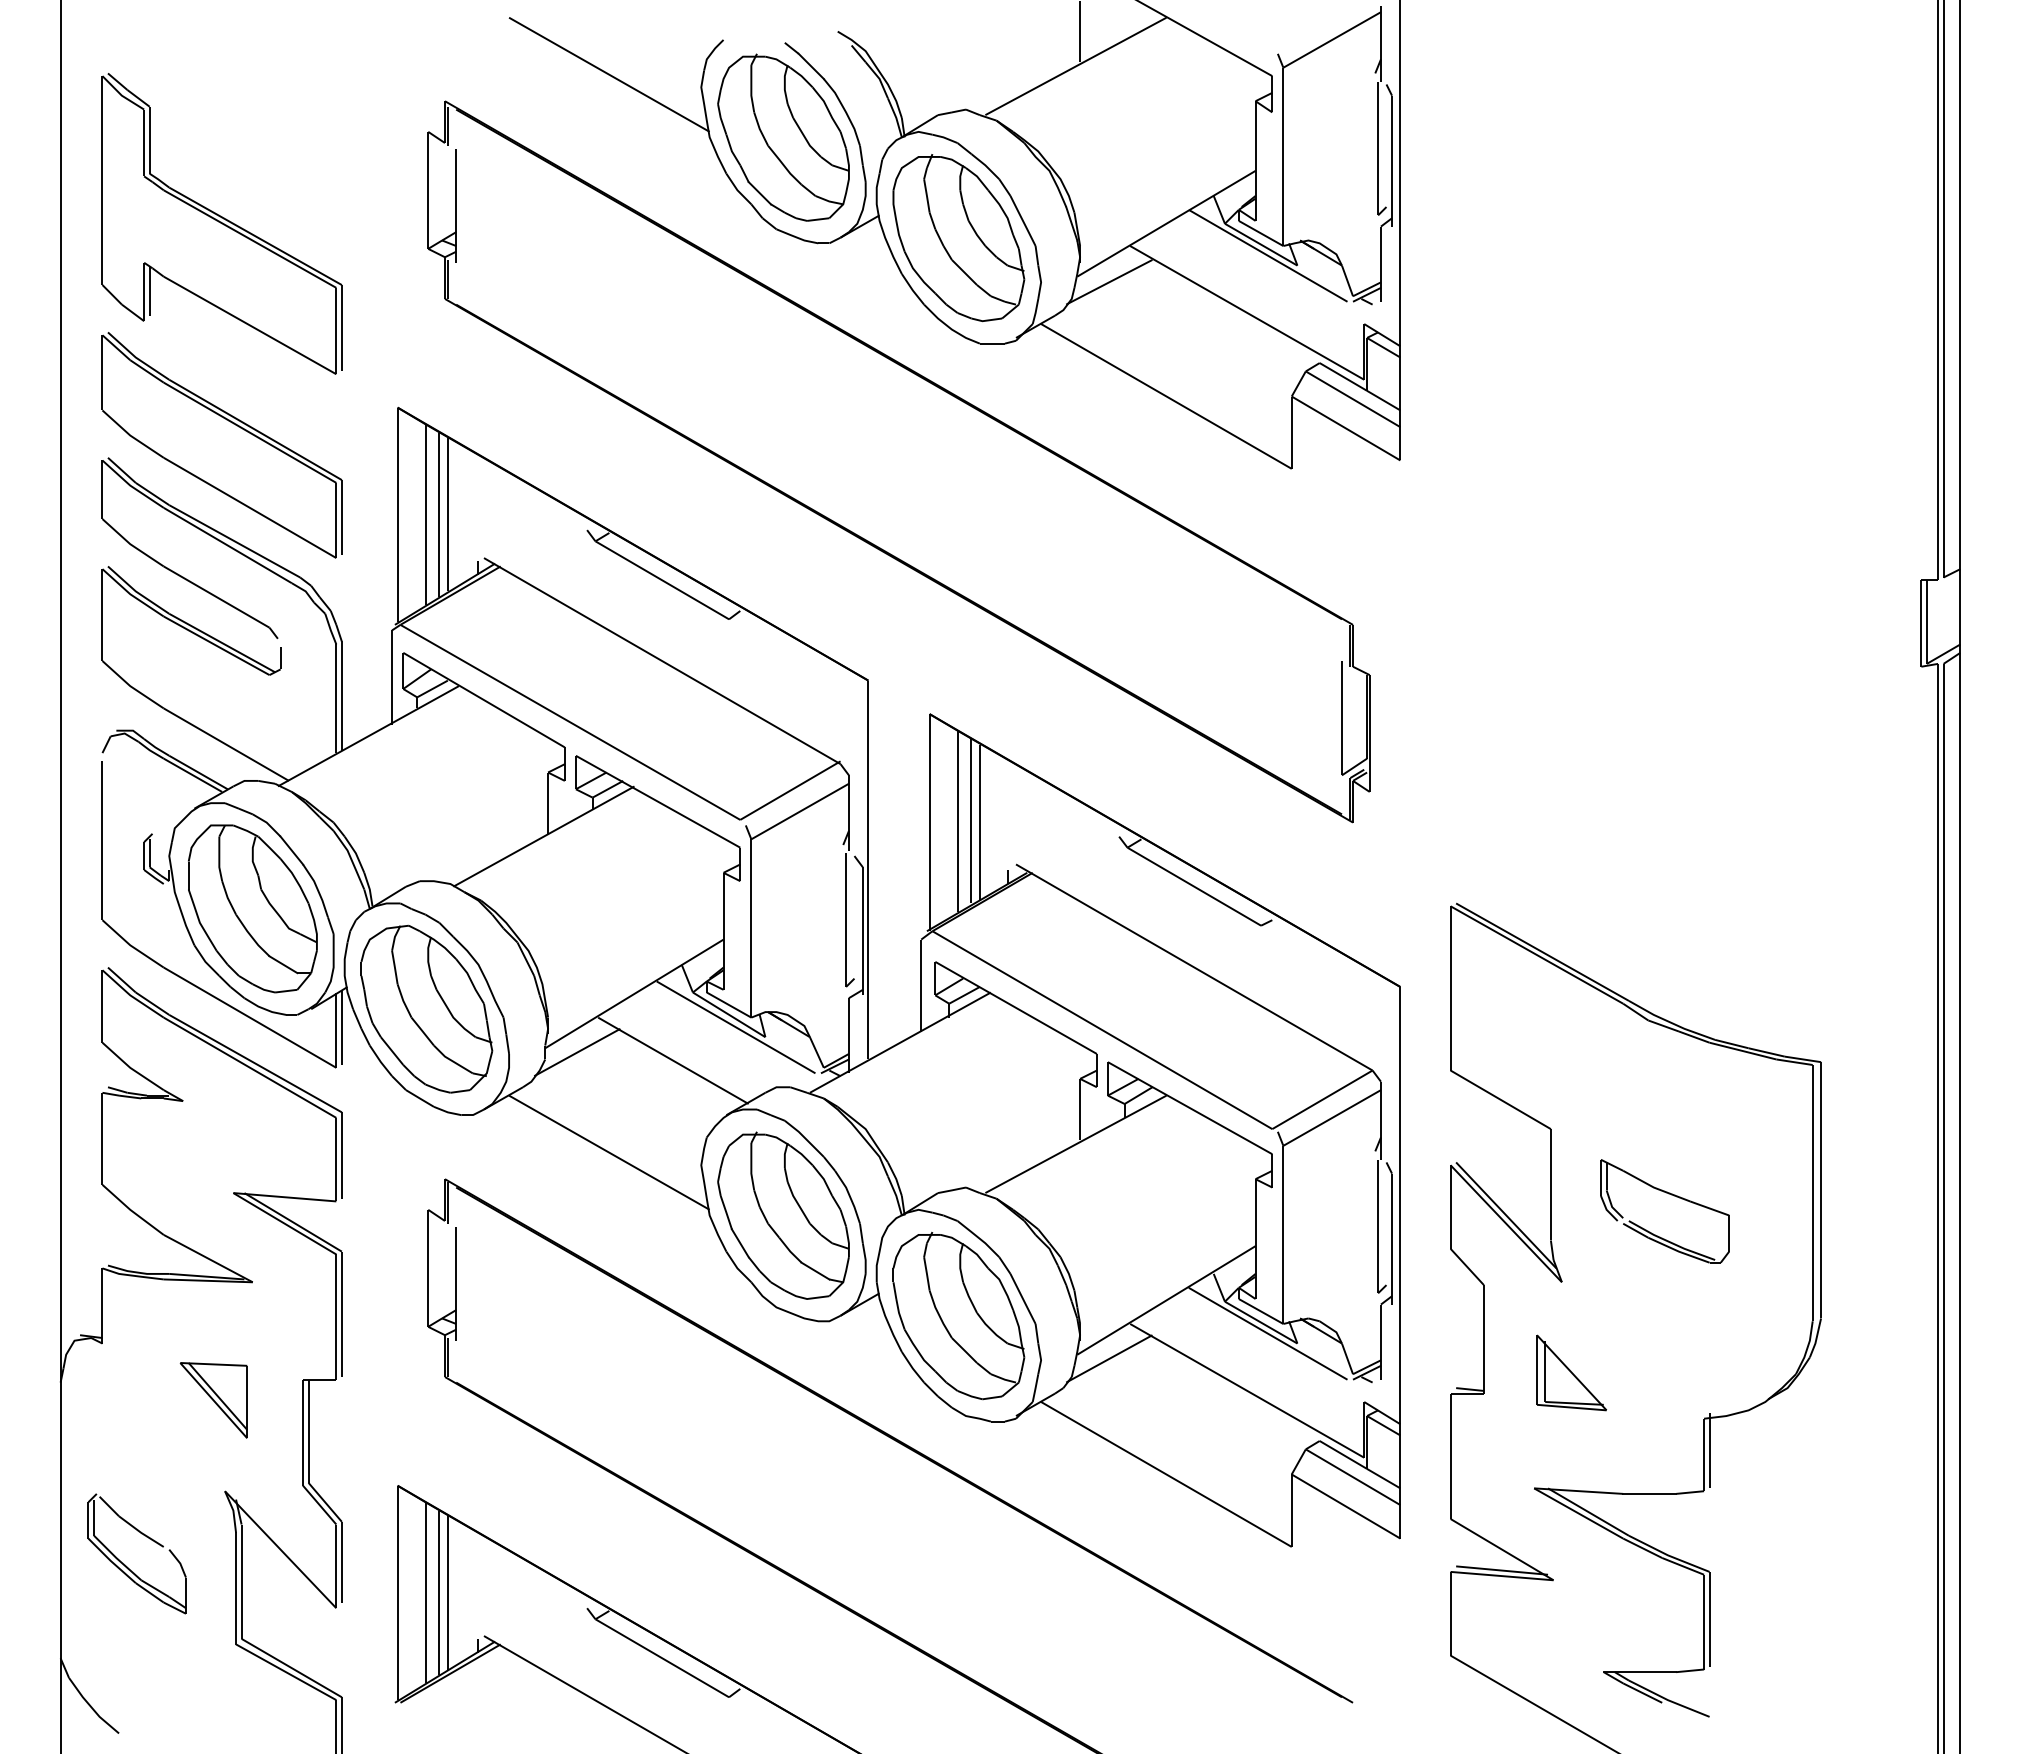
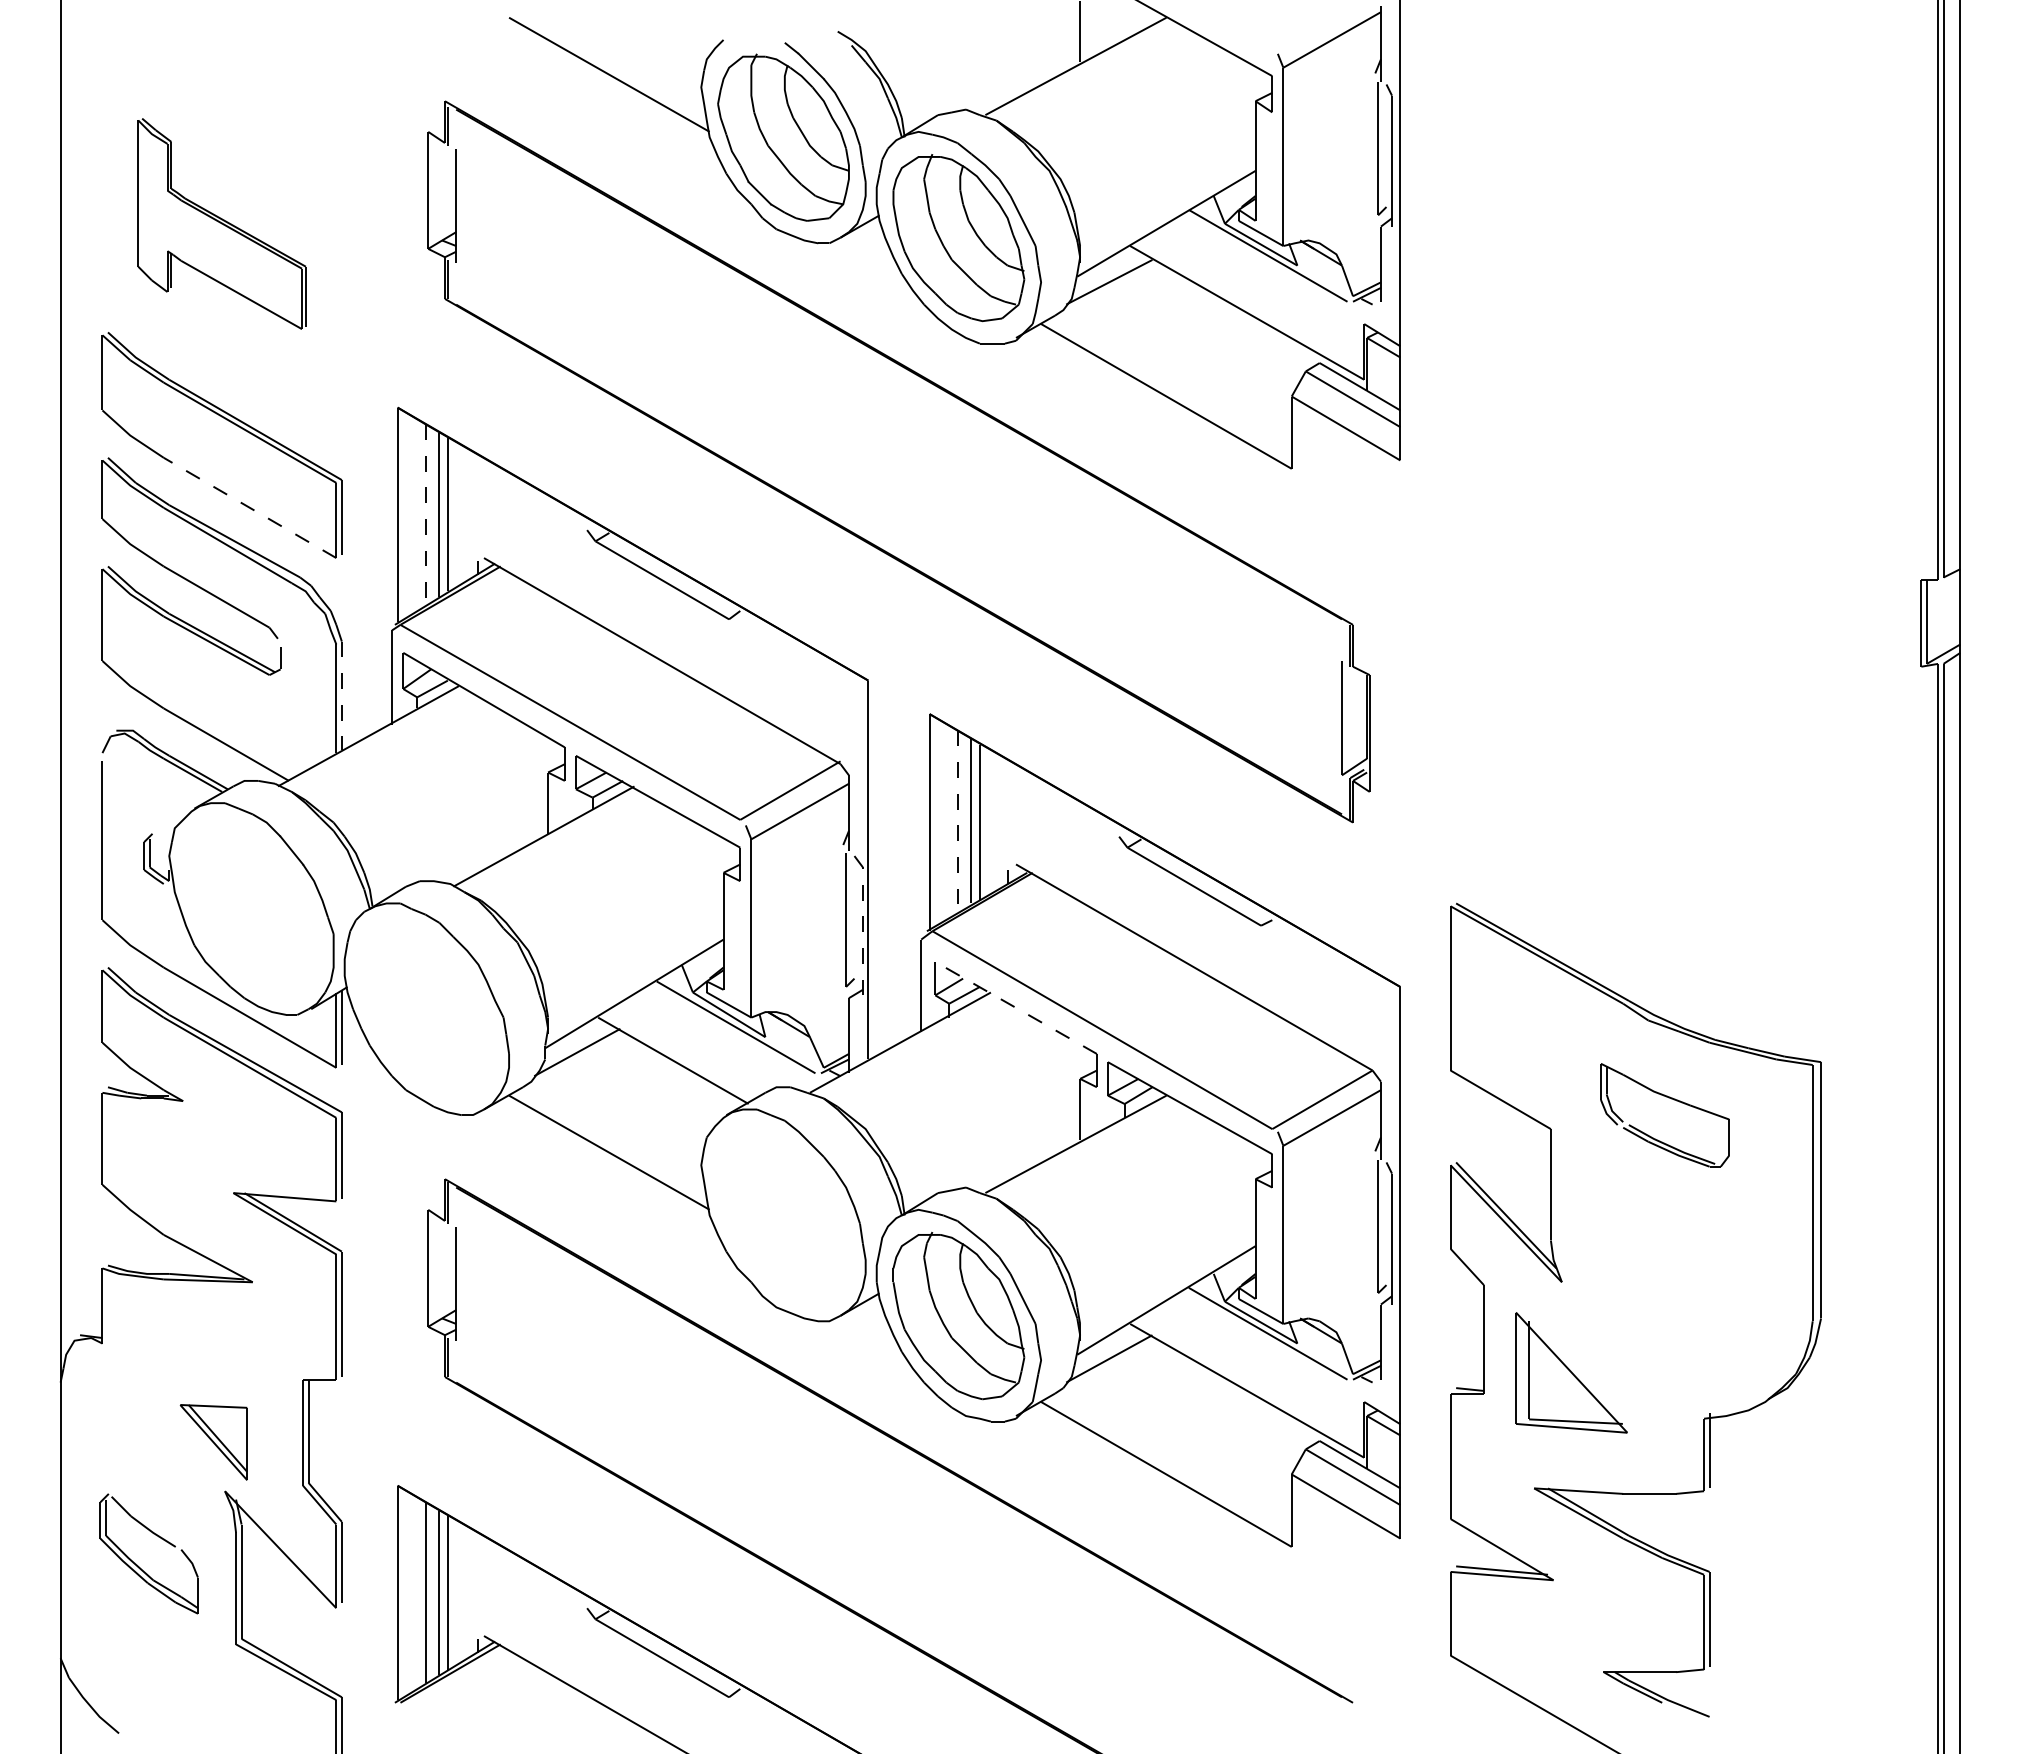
part at (221, 223) size: 242x302 px -> 170x212 px
line at (250, 507): solid -> dashed
line at (425, 514): solid -> dashed
line at (341, 696): solid -> dashed
line at (957, 821): solid -> dashed
part at (252, 908): present -> none
line at (862, 930): solid -> dashed
line at (1016, 1007): solid -> dashed
part at (426, 1008): present -> none
part at (1668, 1194) position: (1668, 1194) -> (1668, 1098)
part at (783, 1215): present -> none
part at (1571, 1372) size: 72x78 px -> 113x122 px
part at (213, 1400) position: (213, 1400) -> (213, 1442)
part at (125, 1564) position: (125, 1564) -> (137, 1564)
